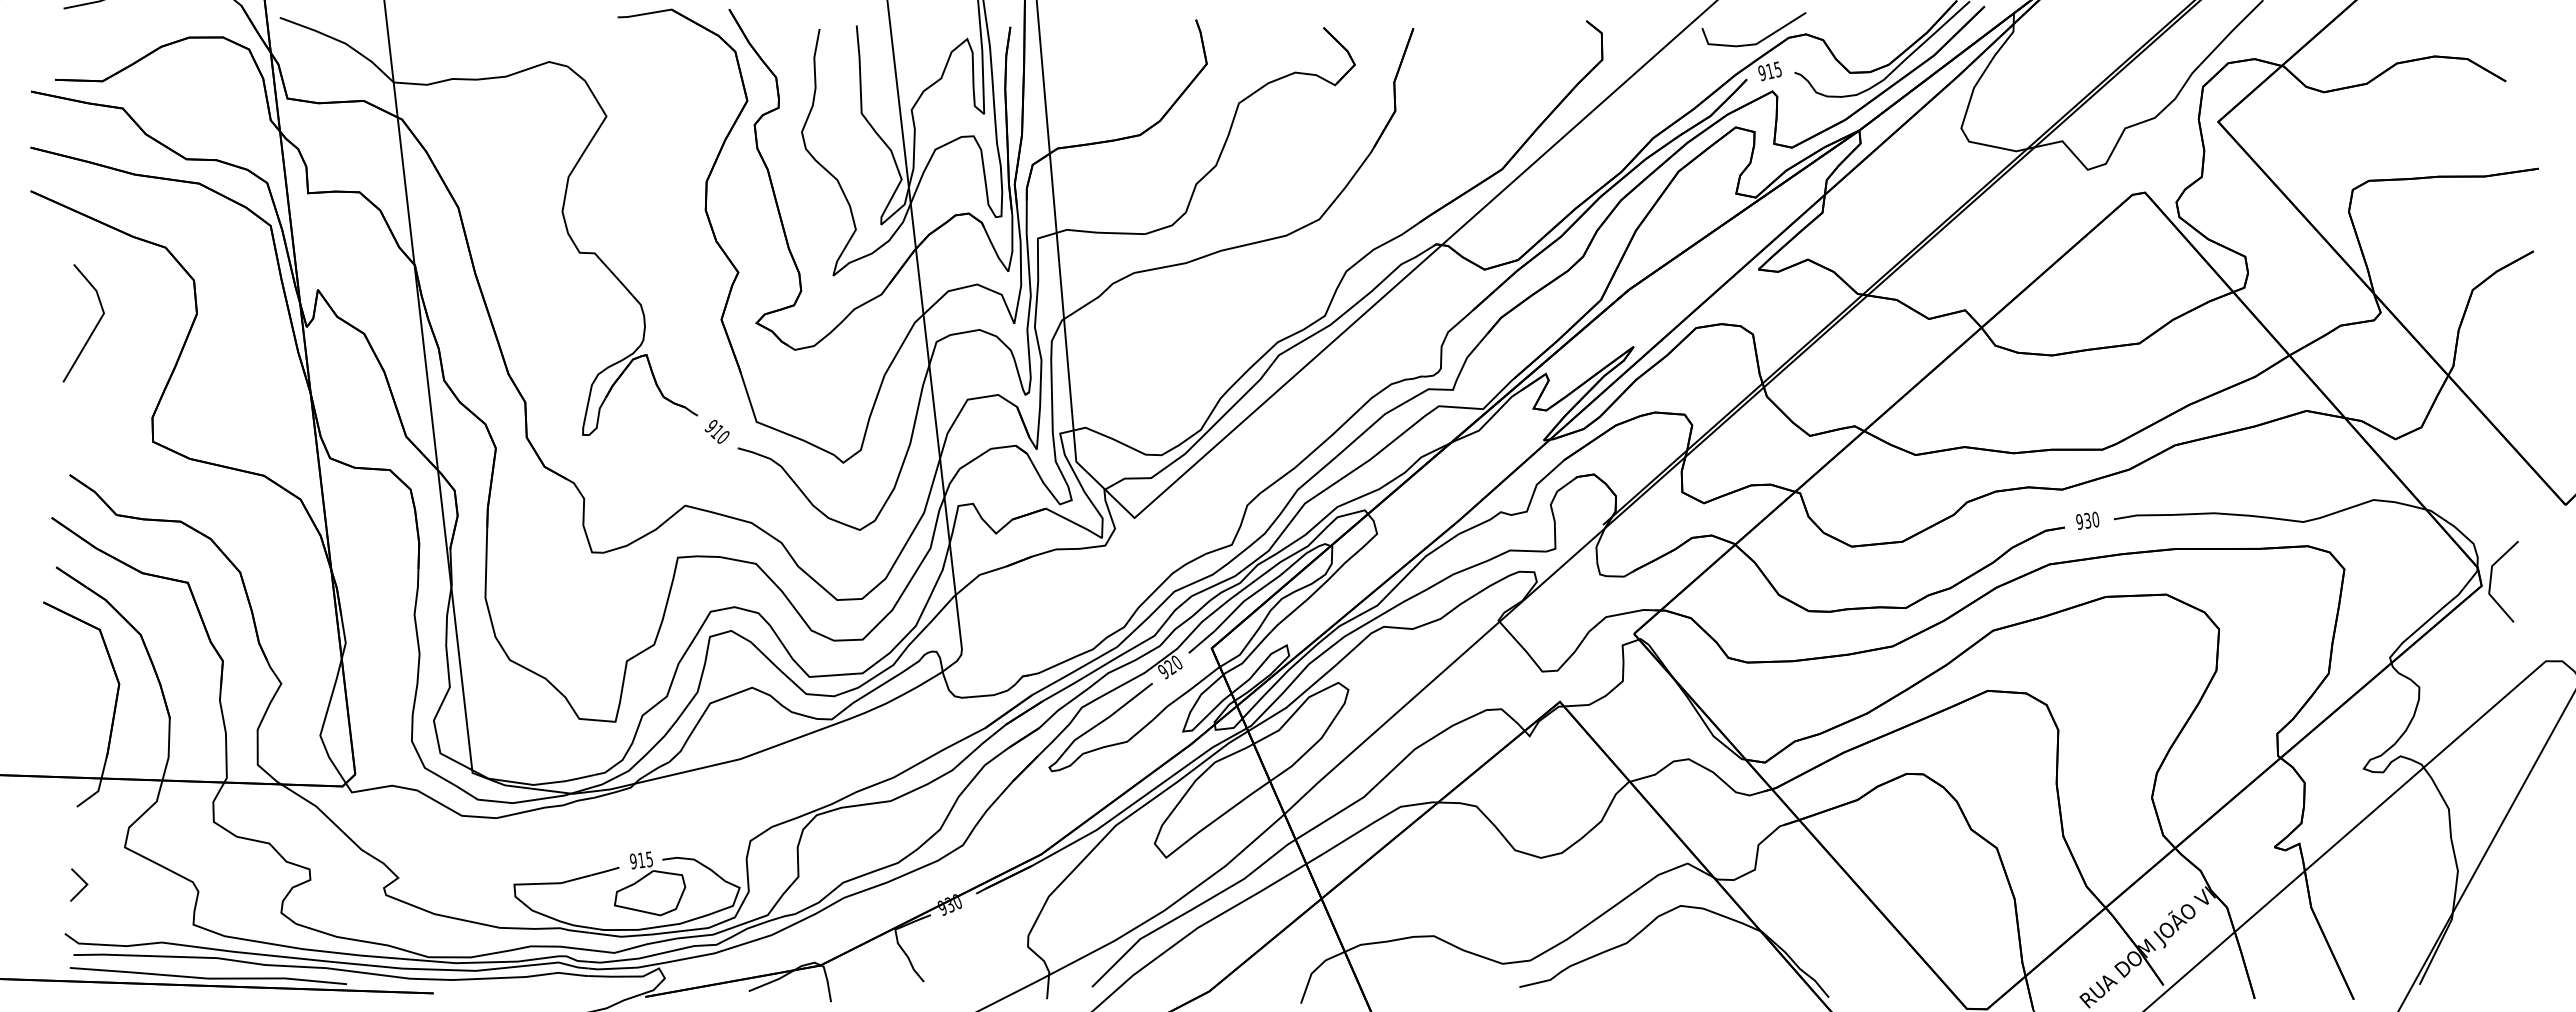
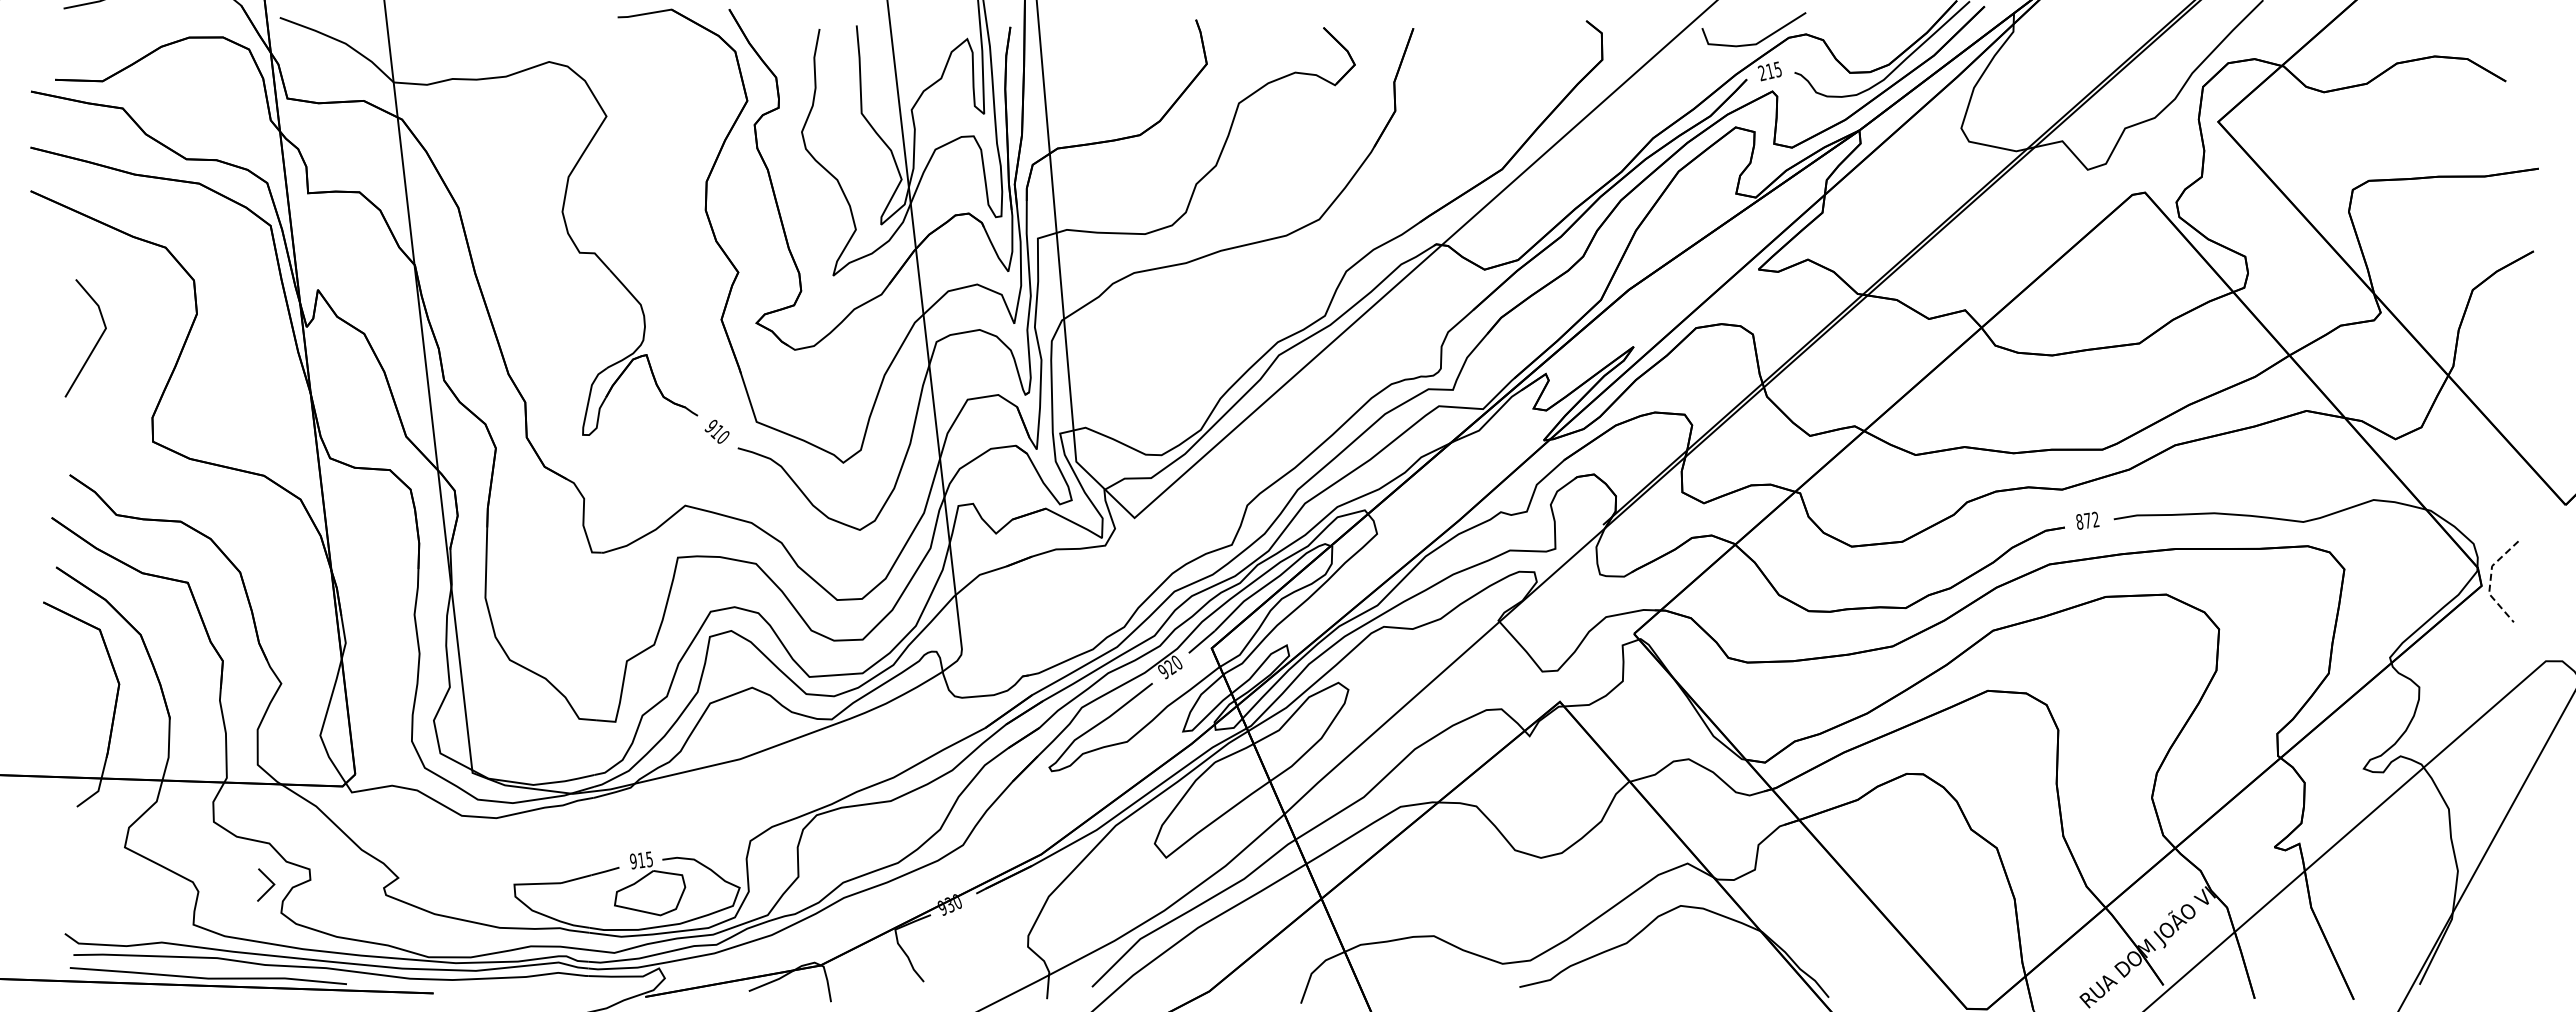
text at (1761, 73): 915 -> 215
line at (92, 330) position: (92, 330) -> (94, 345)
text at (2087, 520): 930 -> 872
line at (2490, 580): solid -> dashed
line at (82, 881) position: (82, 881) -> (269, 881)
